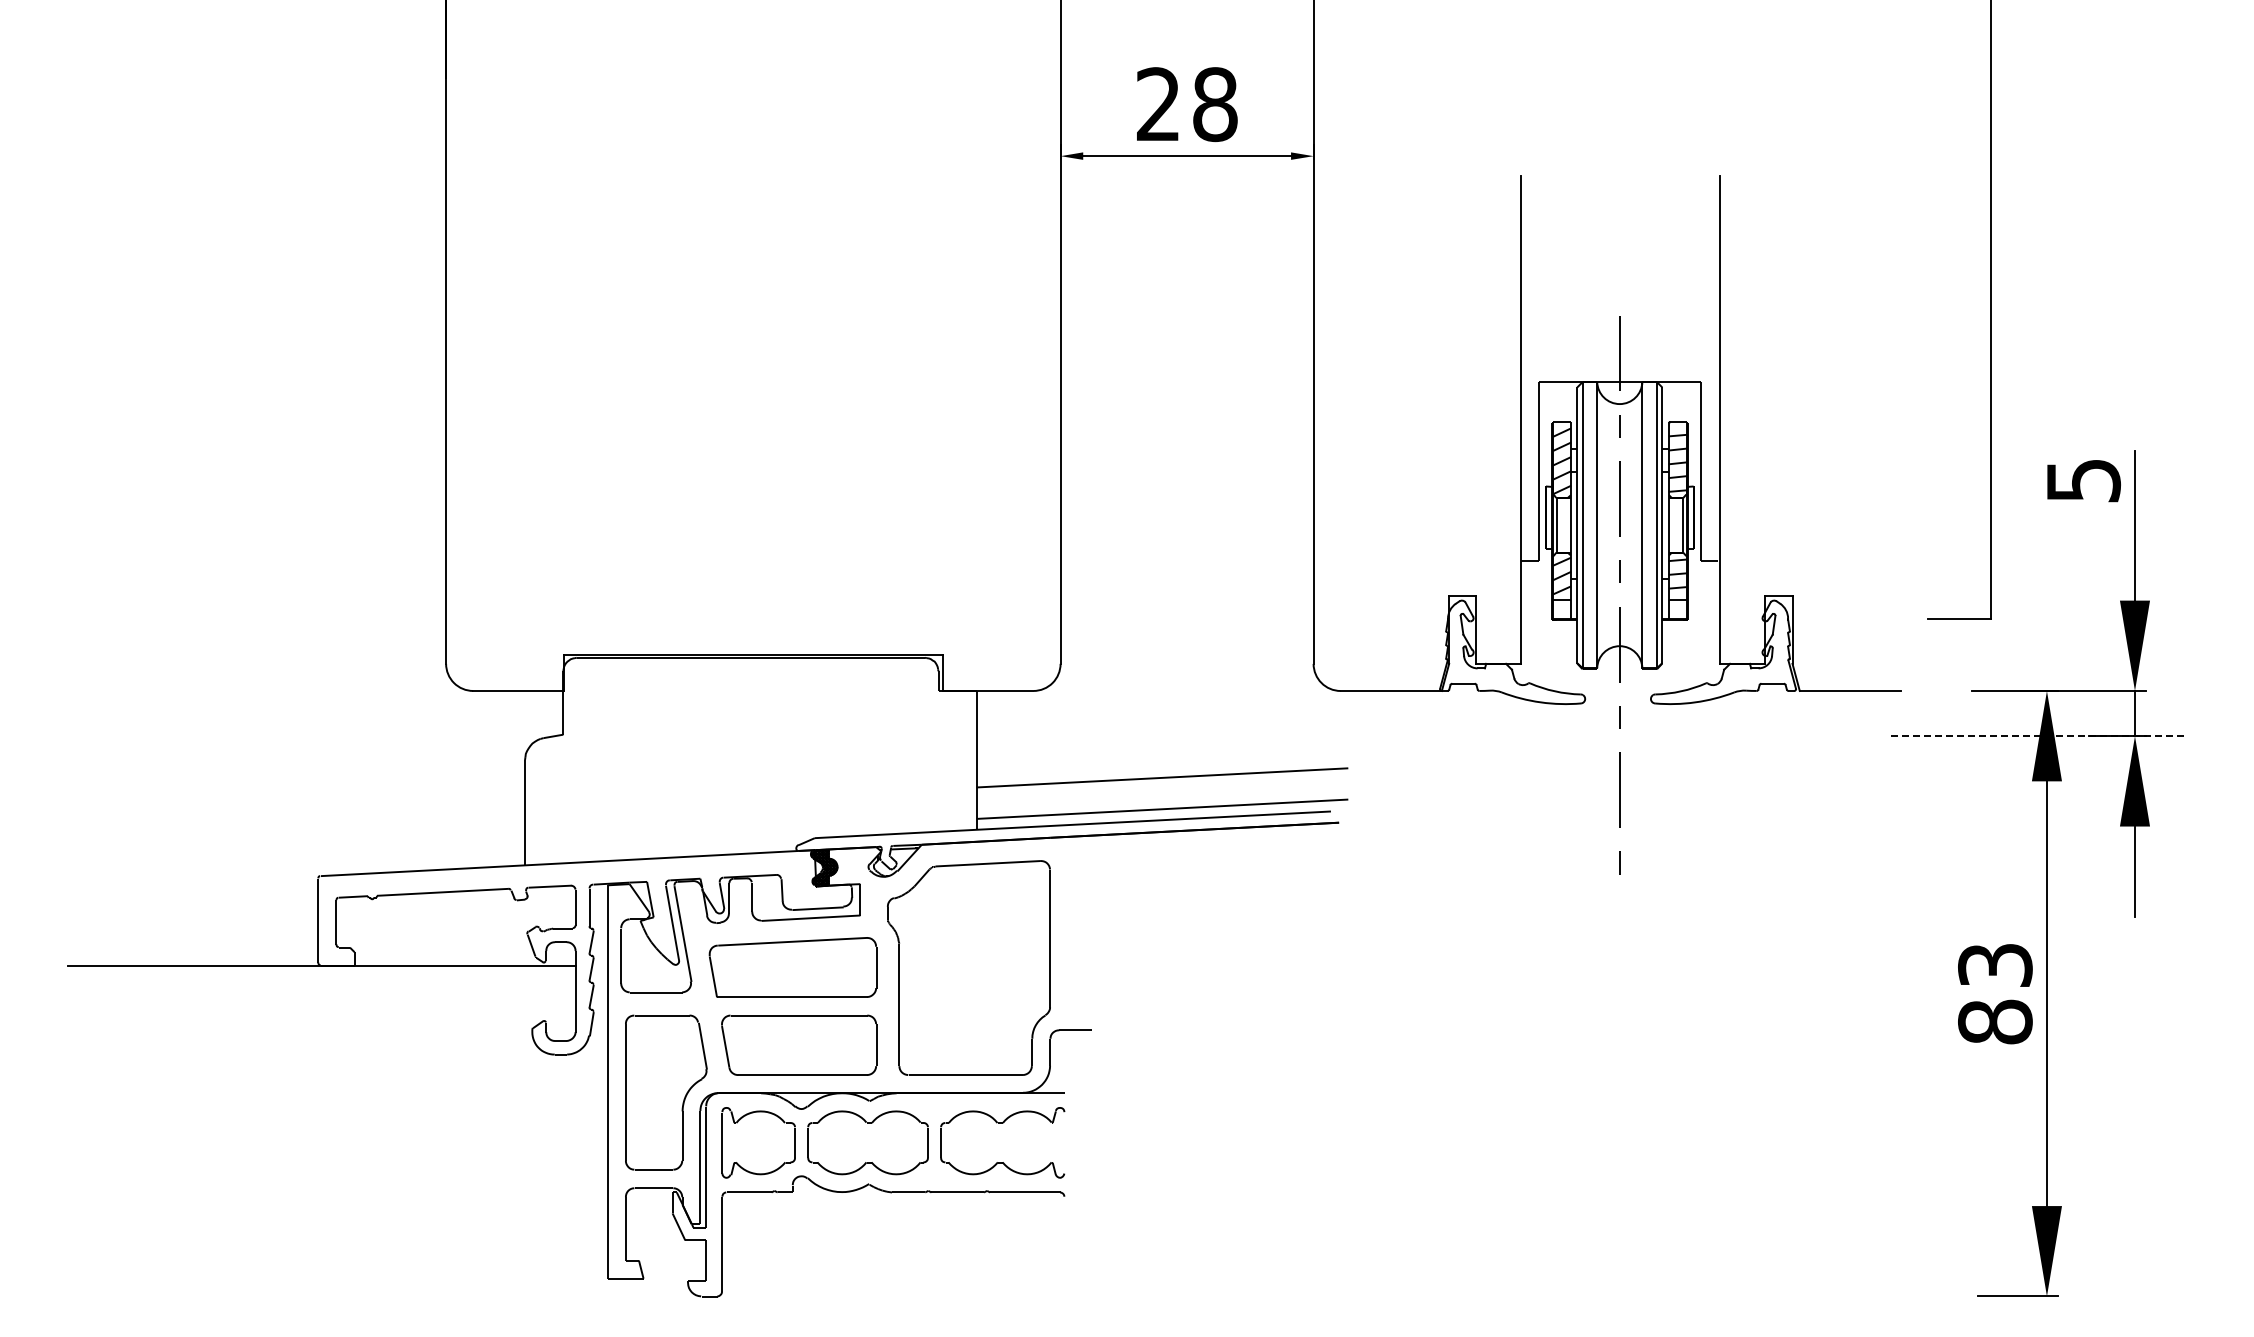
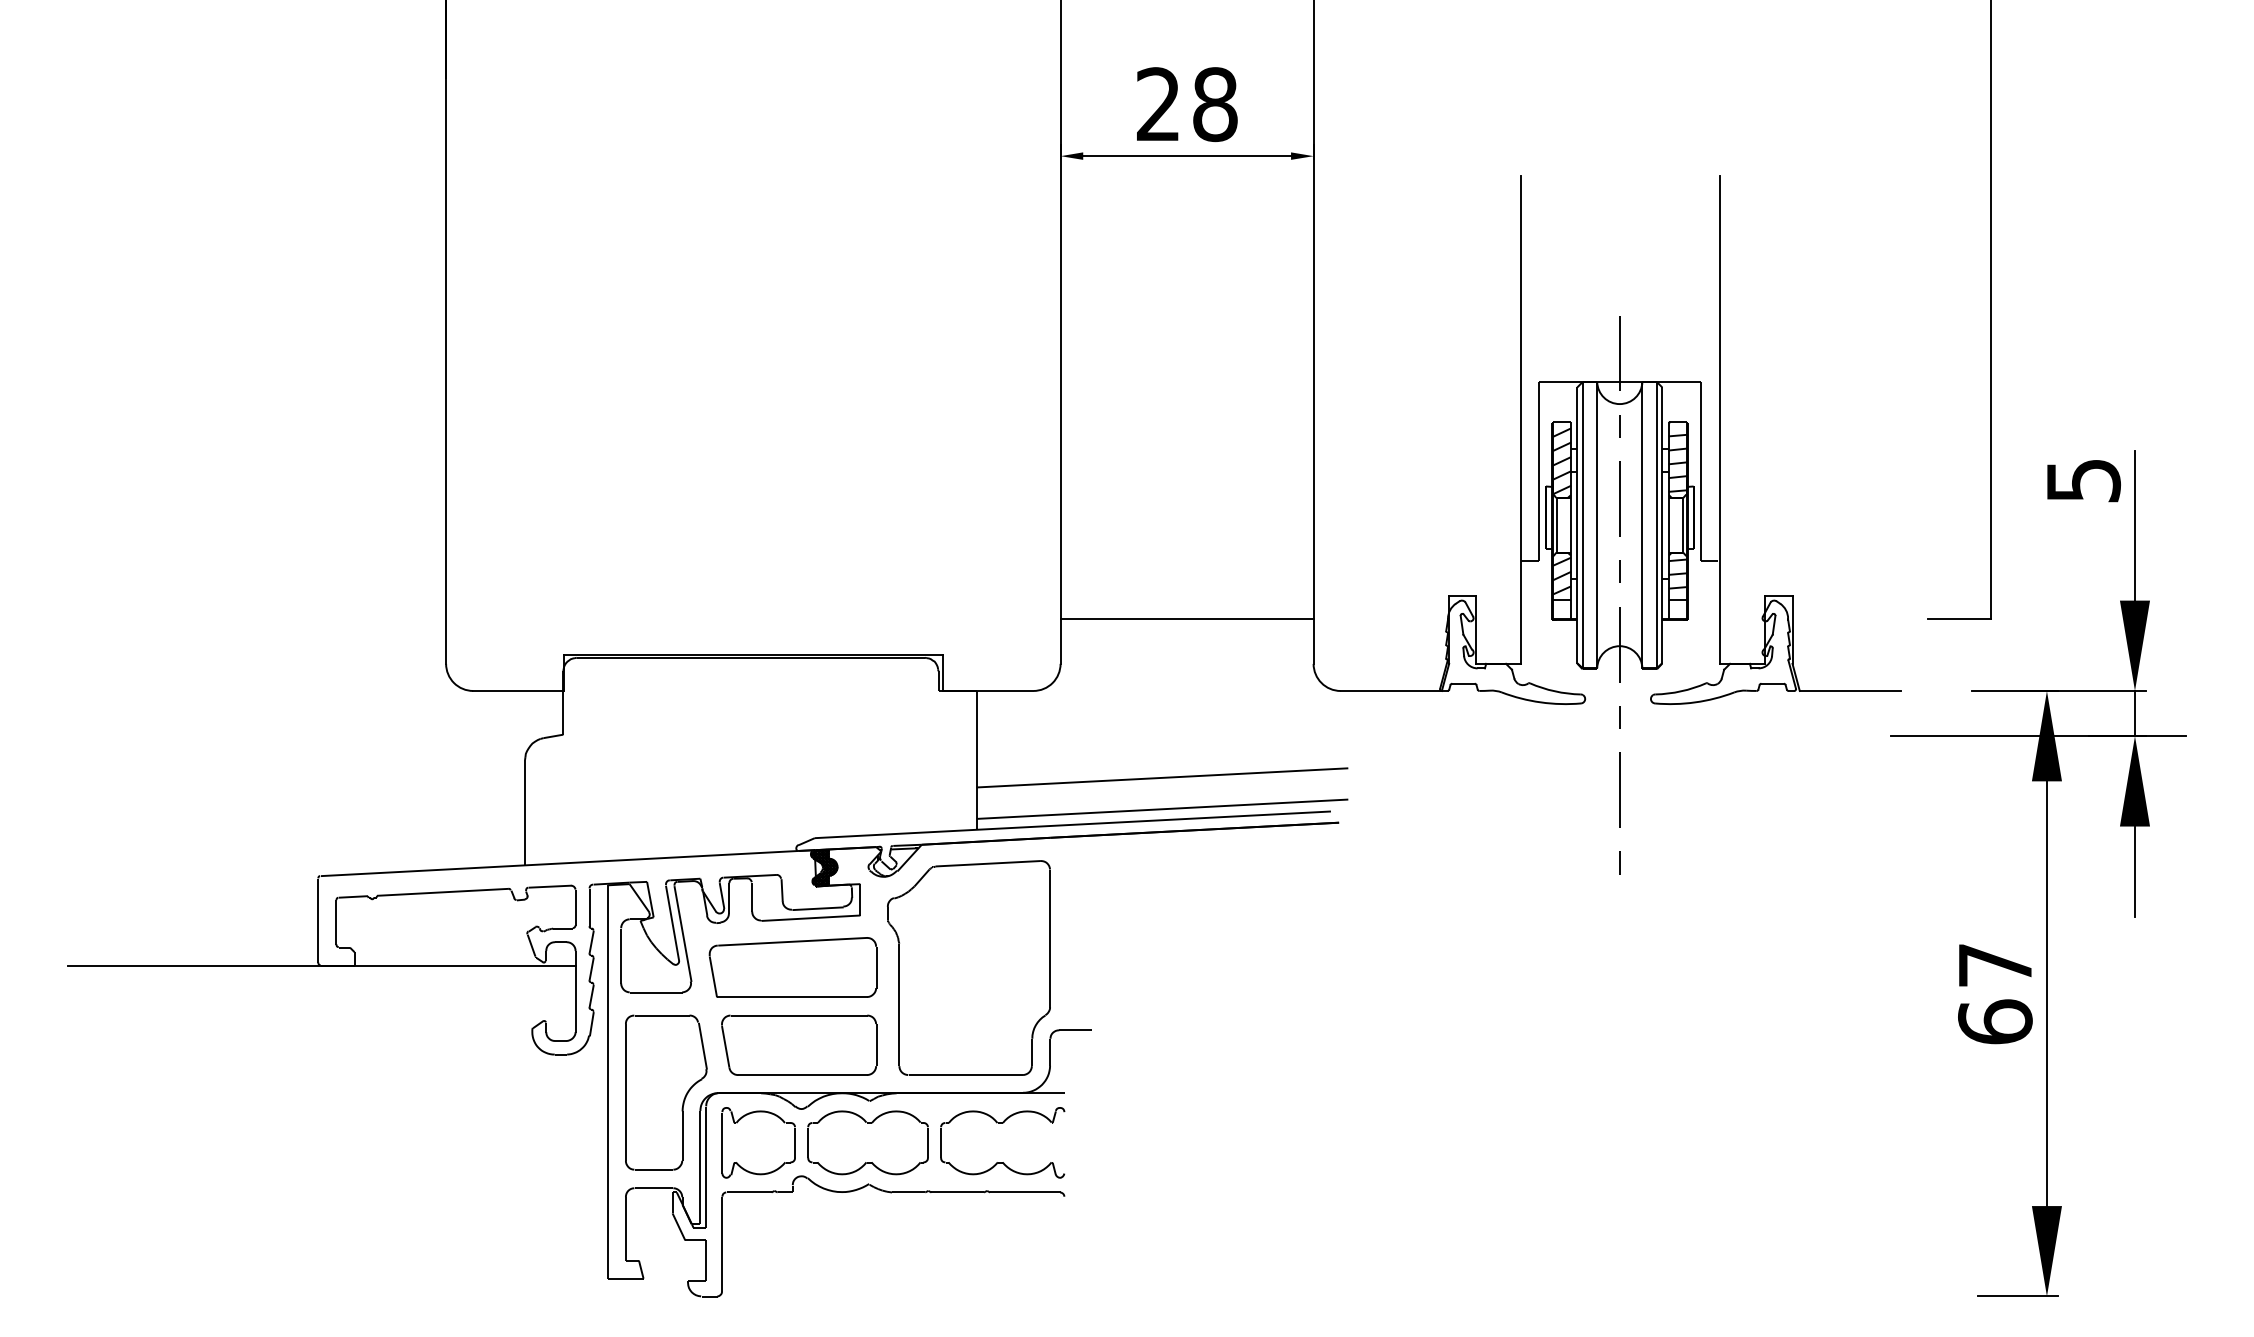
line at (1186, 618): none -> present
line at (2038, 736): dashed -> solid
text at (1995, 994): 83 -> 67
